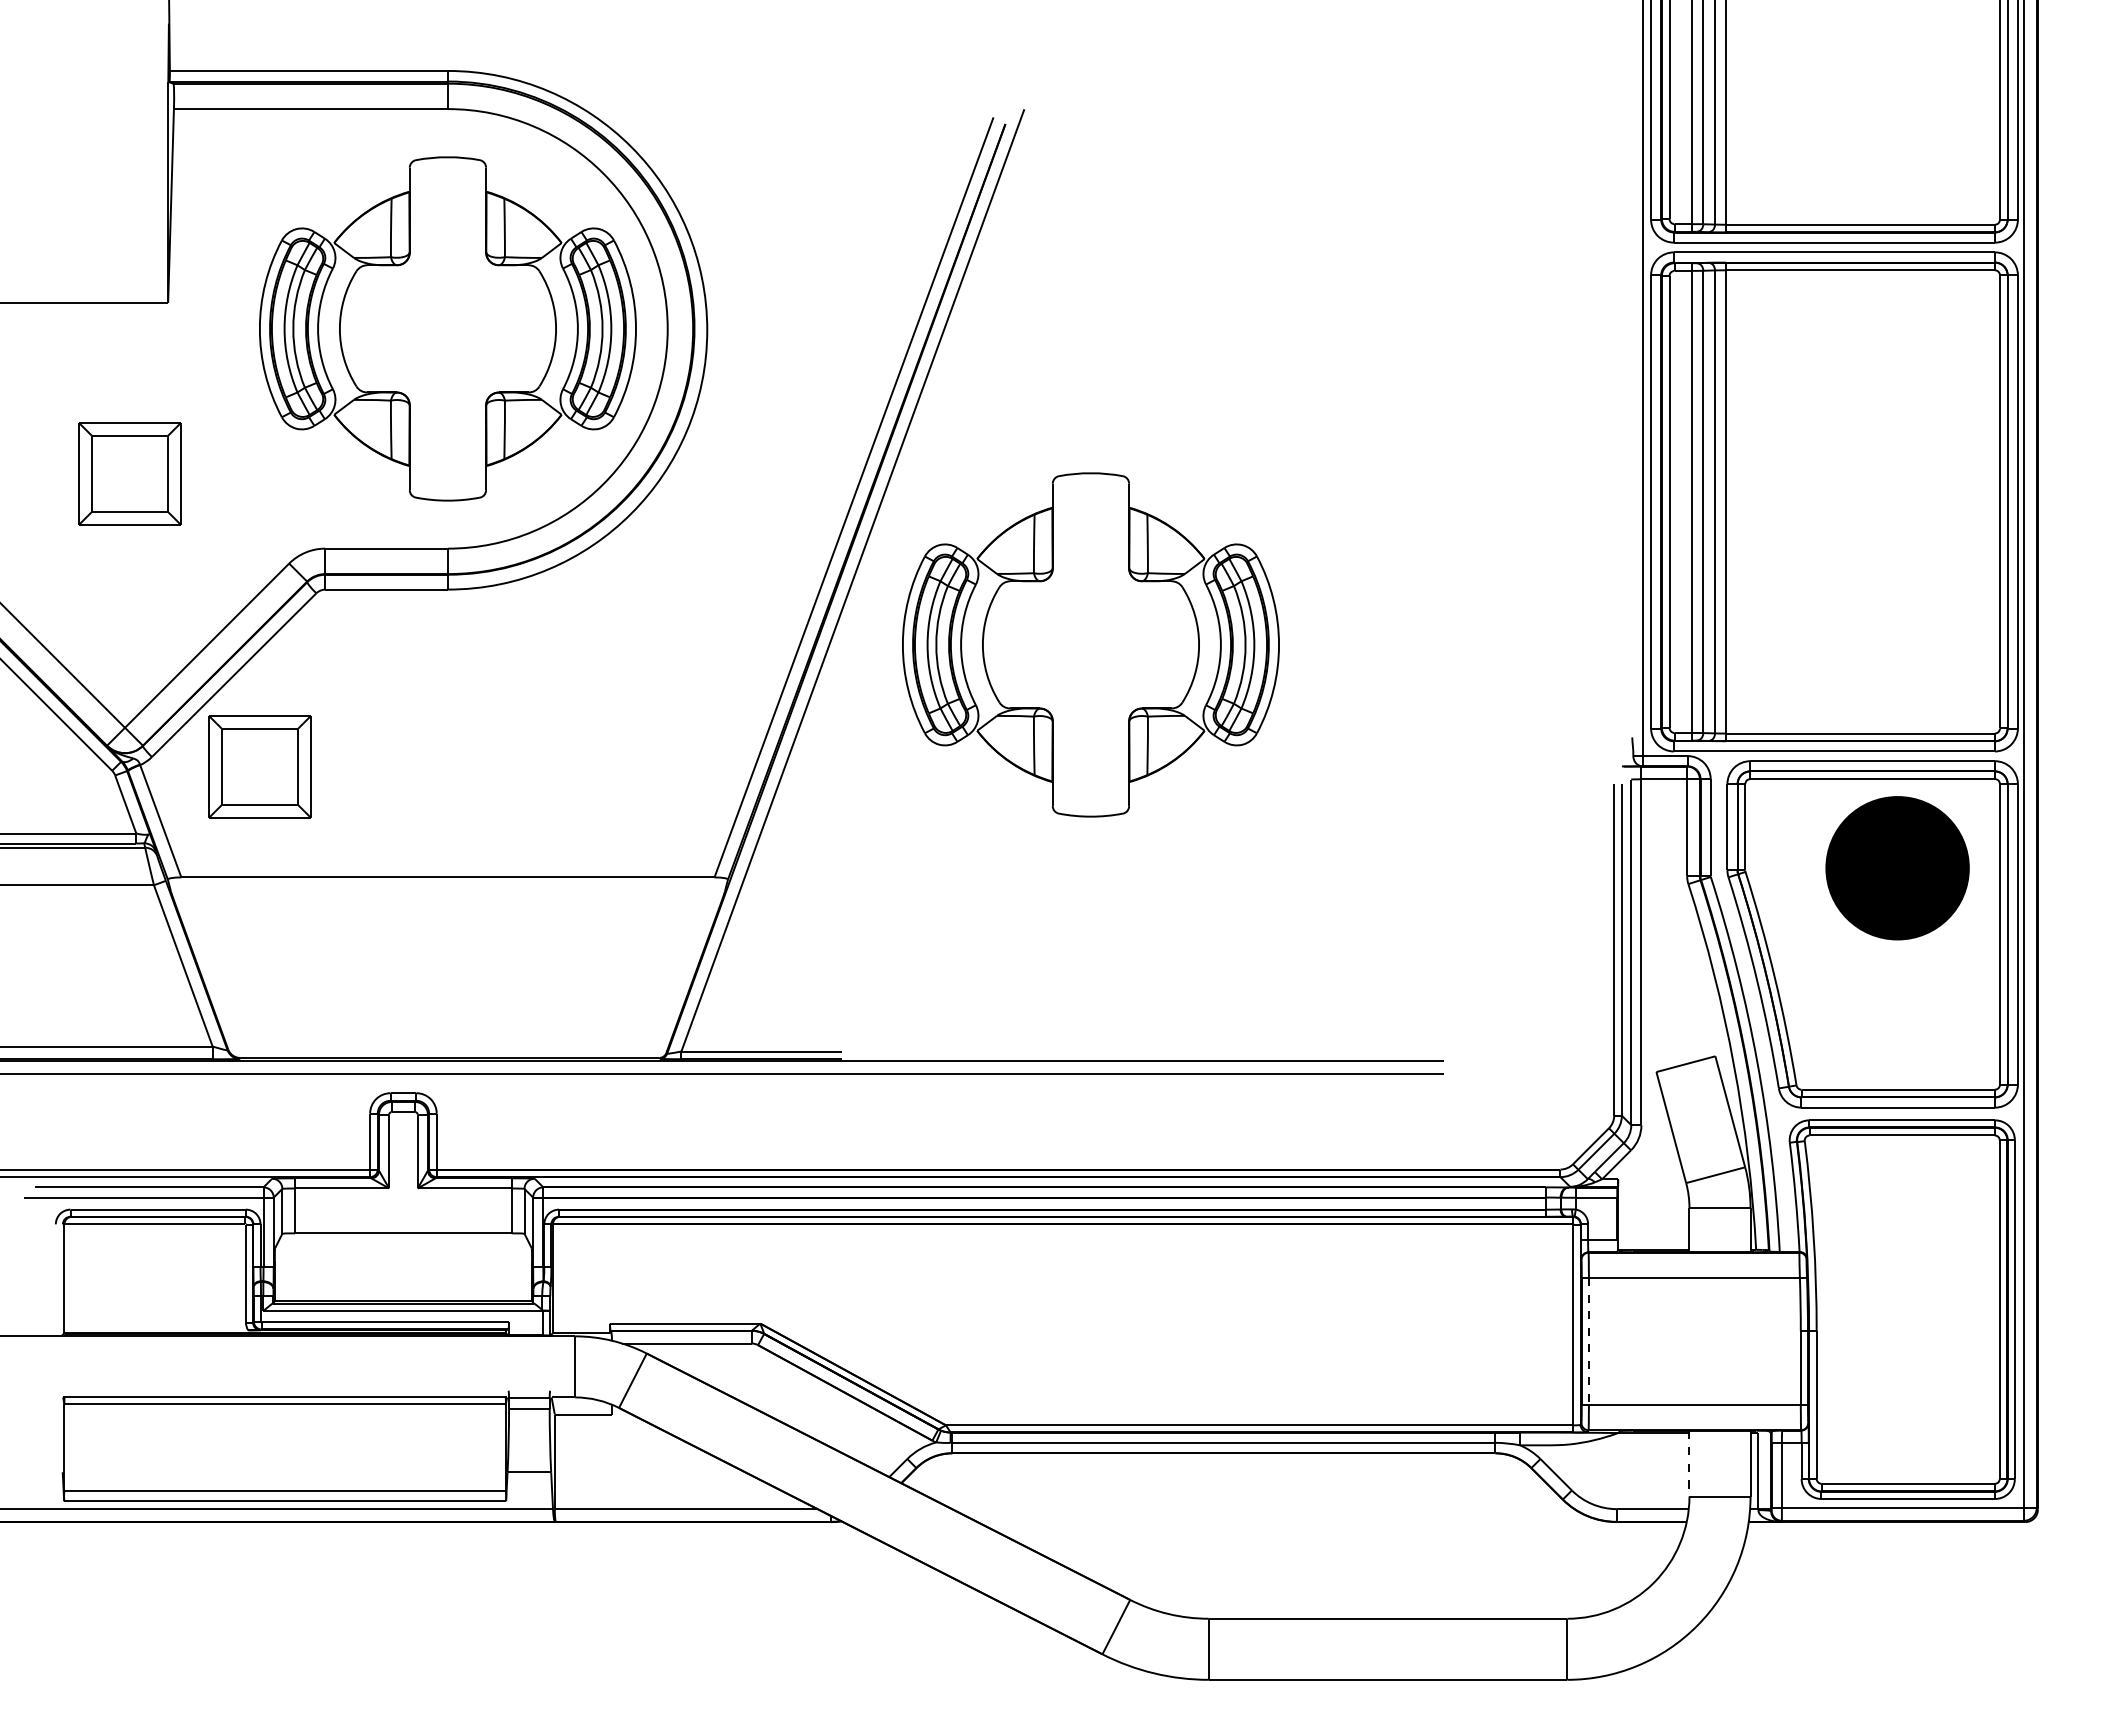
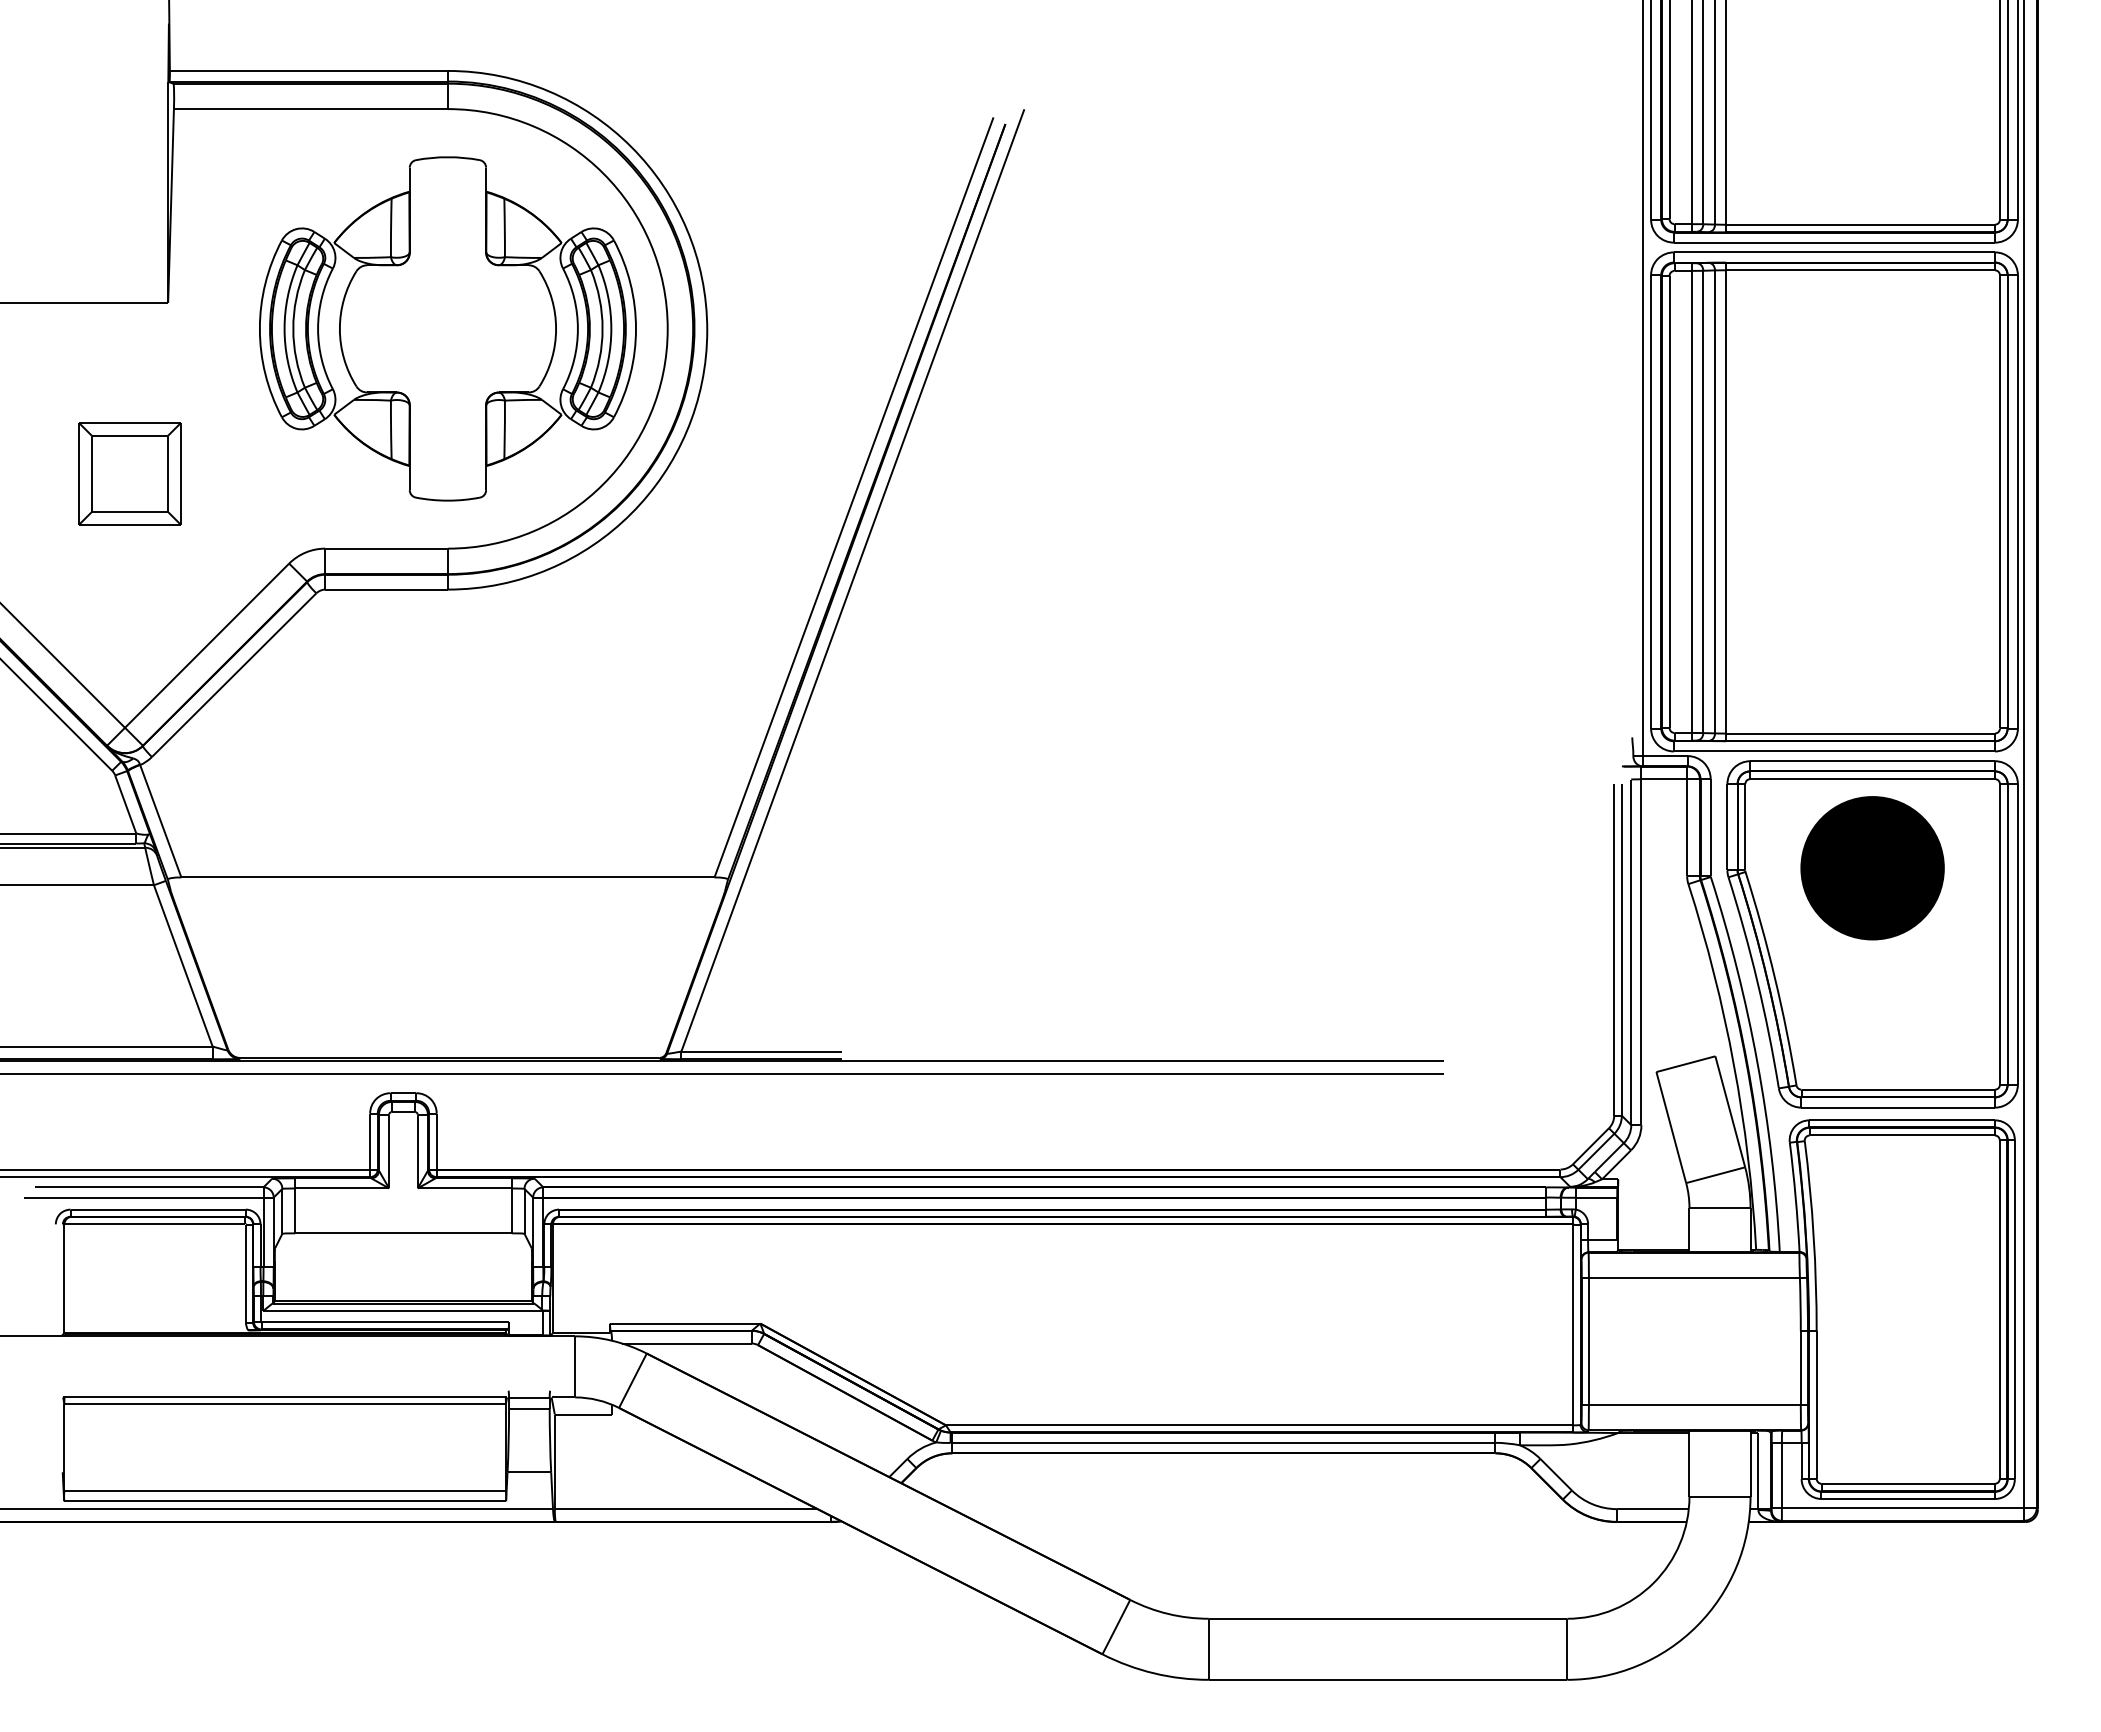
part at (1090, 644): present -> none
part at (259, 766): present -> none
part at (1897, 868) position: (1897, 868) -> (1872, 868)
line at (1588, 1341): dashed -> solid
line at (1689, 1463): dashed -> solid
